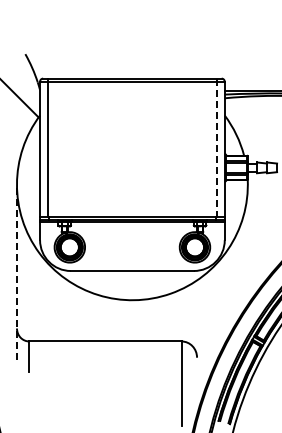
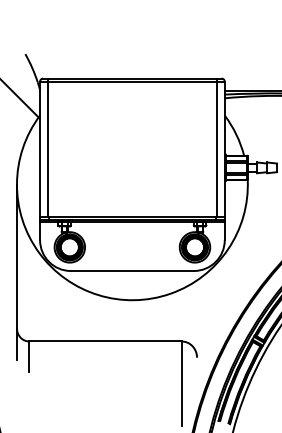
line at (217, 148): dashed -> solid
line at (16, 272): dashed -> solid
